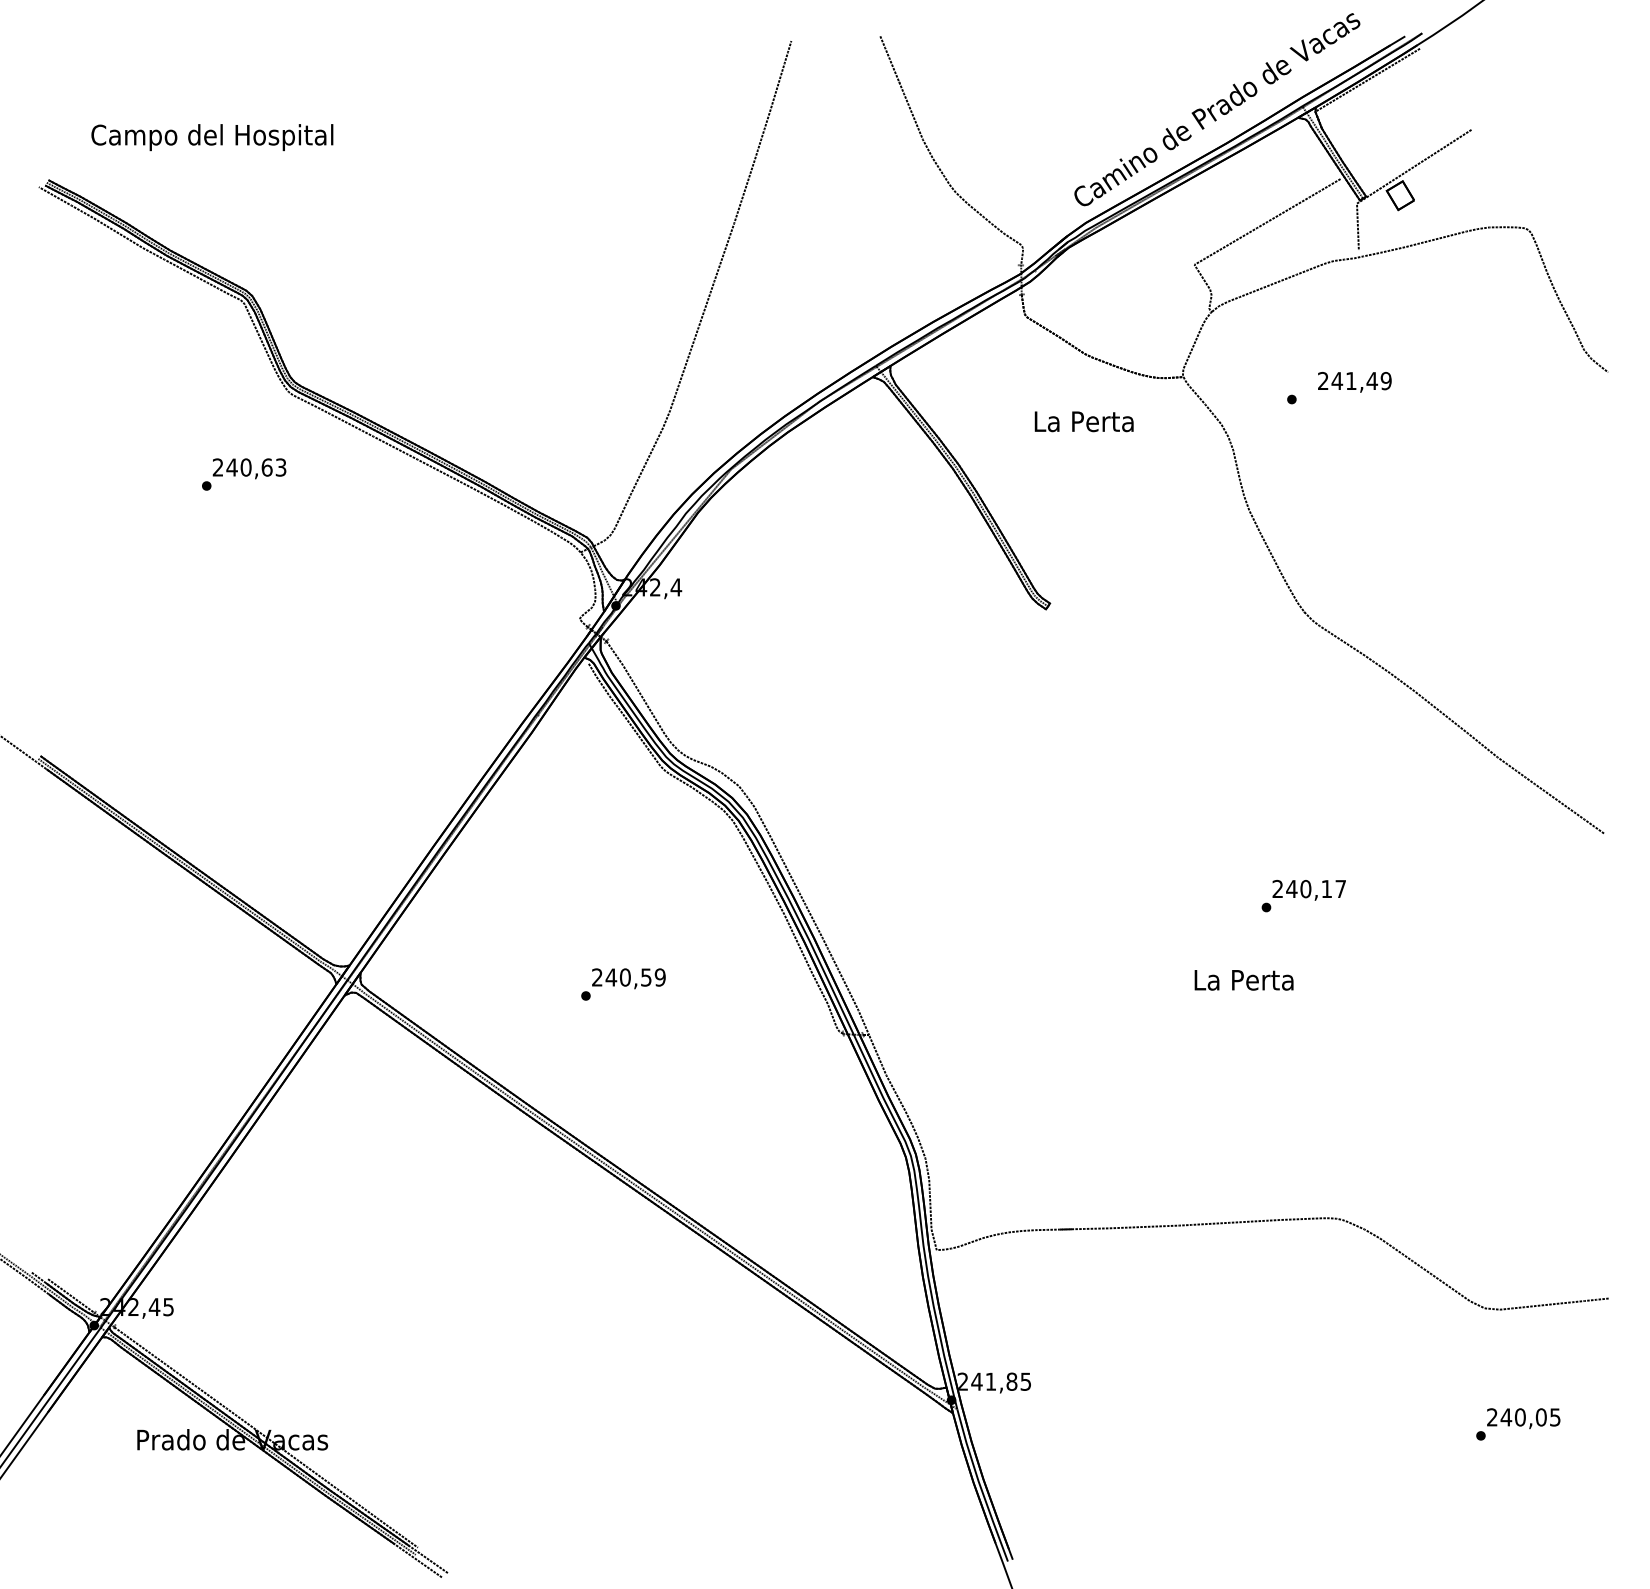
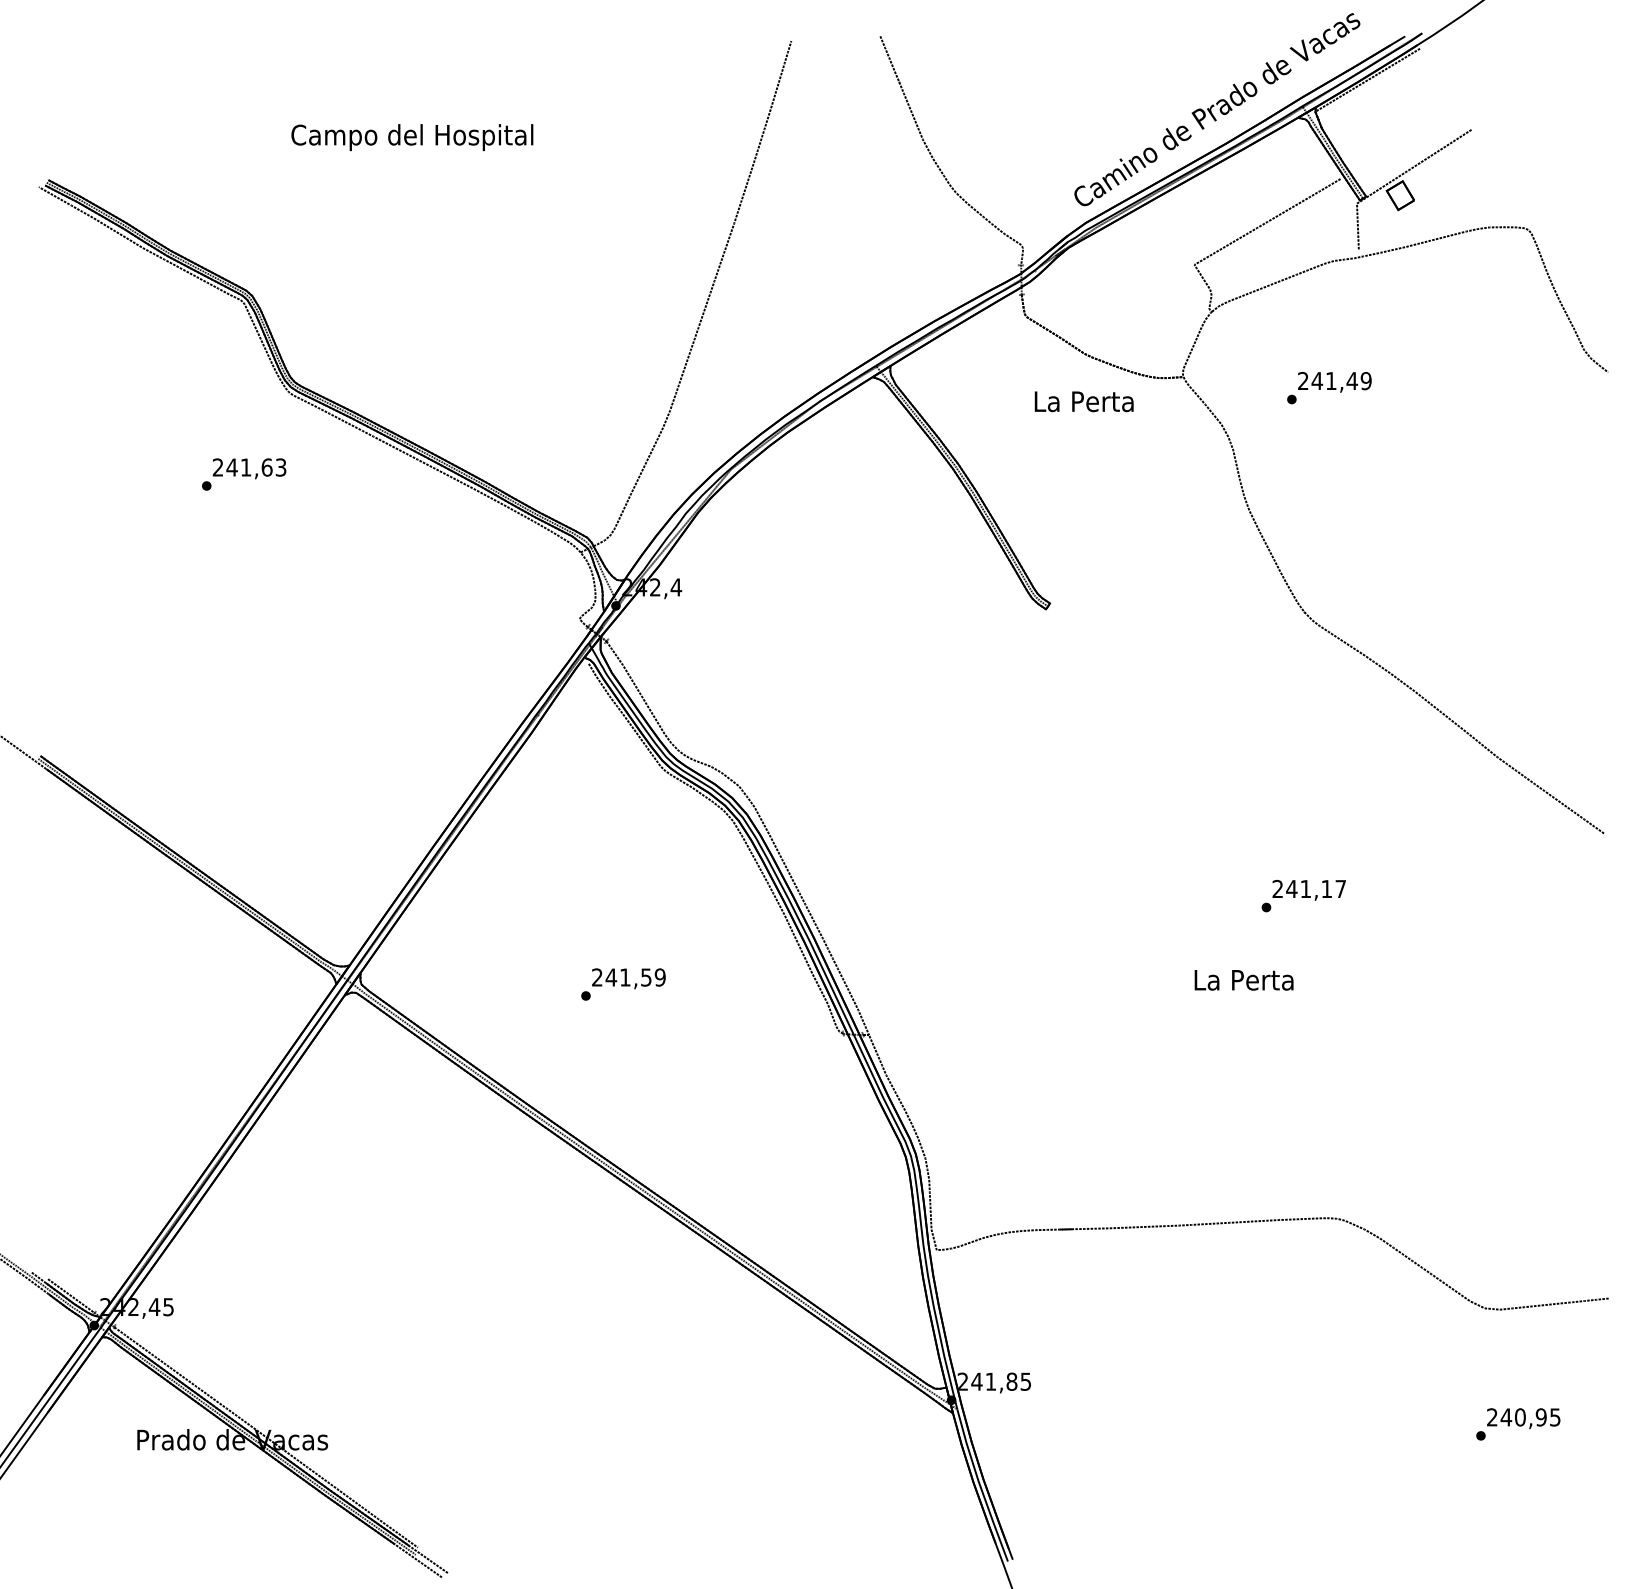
text at (212, 137) position: (212, 137) -> (412, 137)
text at (1354, 382) position: (1354, 382) -> (1334, 382)
text at (1083, 421) position: (1083, 421) -> (1083, 401)
text at (245, 467): 240,63 -> 241,63
text at (1305, 889): 240,17 -> 241,17
text at (625, 977): 240,59 -> 241,59
text at (1540, 1417): 240,05 -> 240,95
